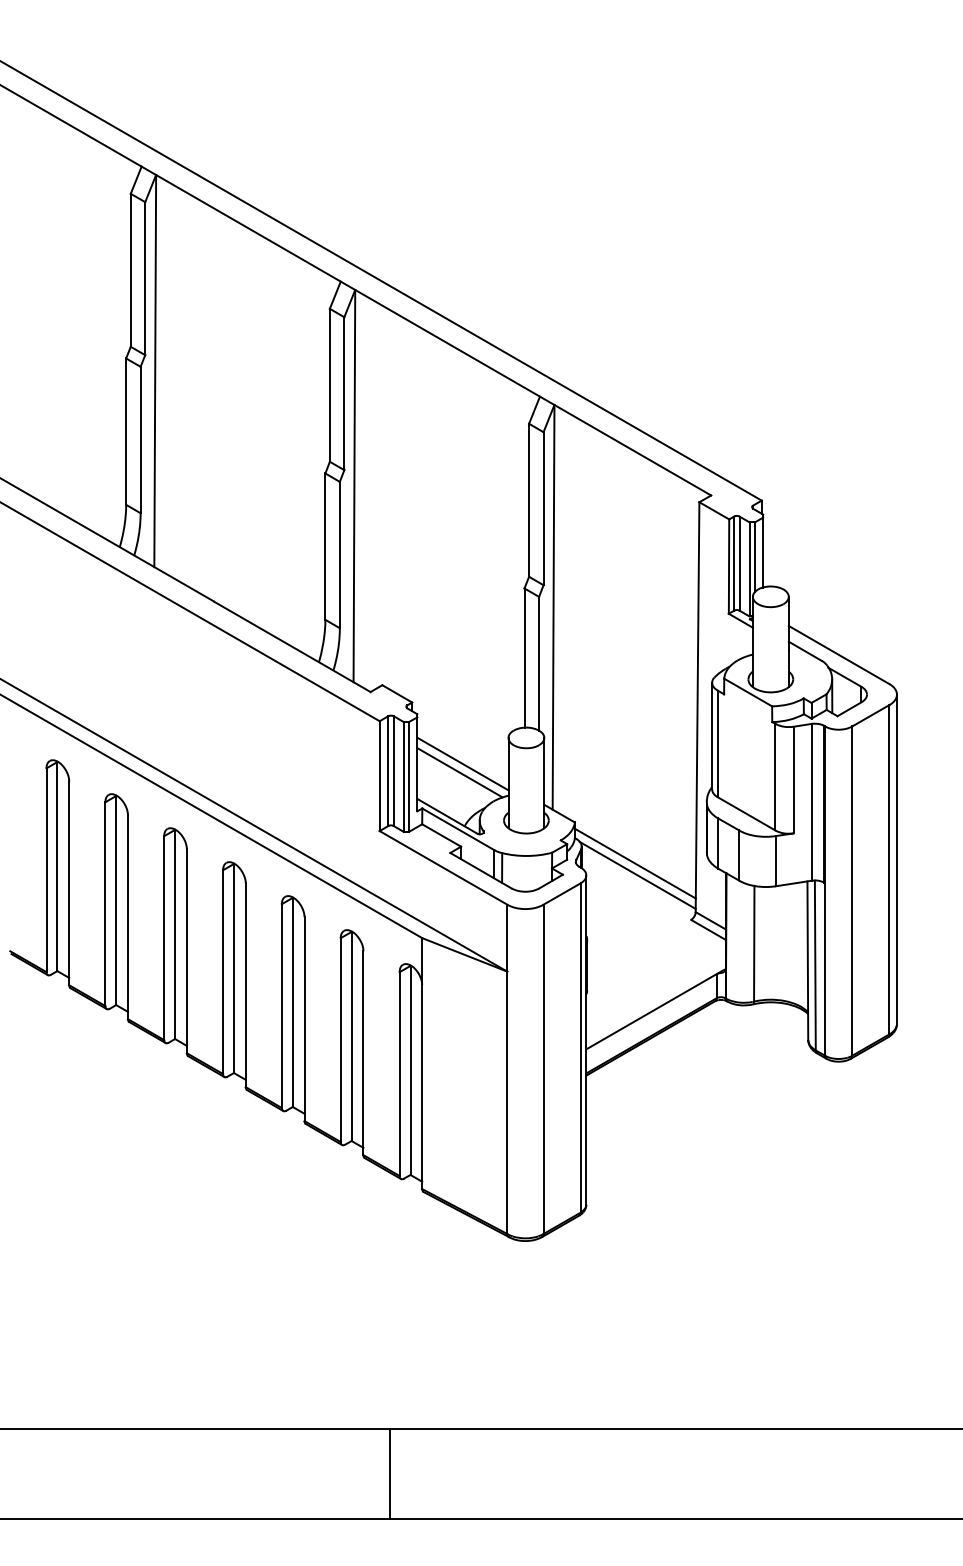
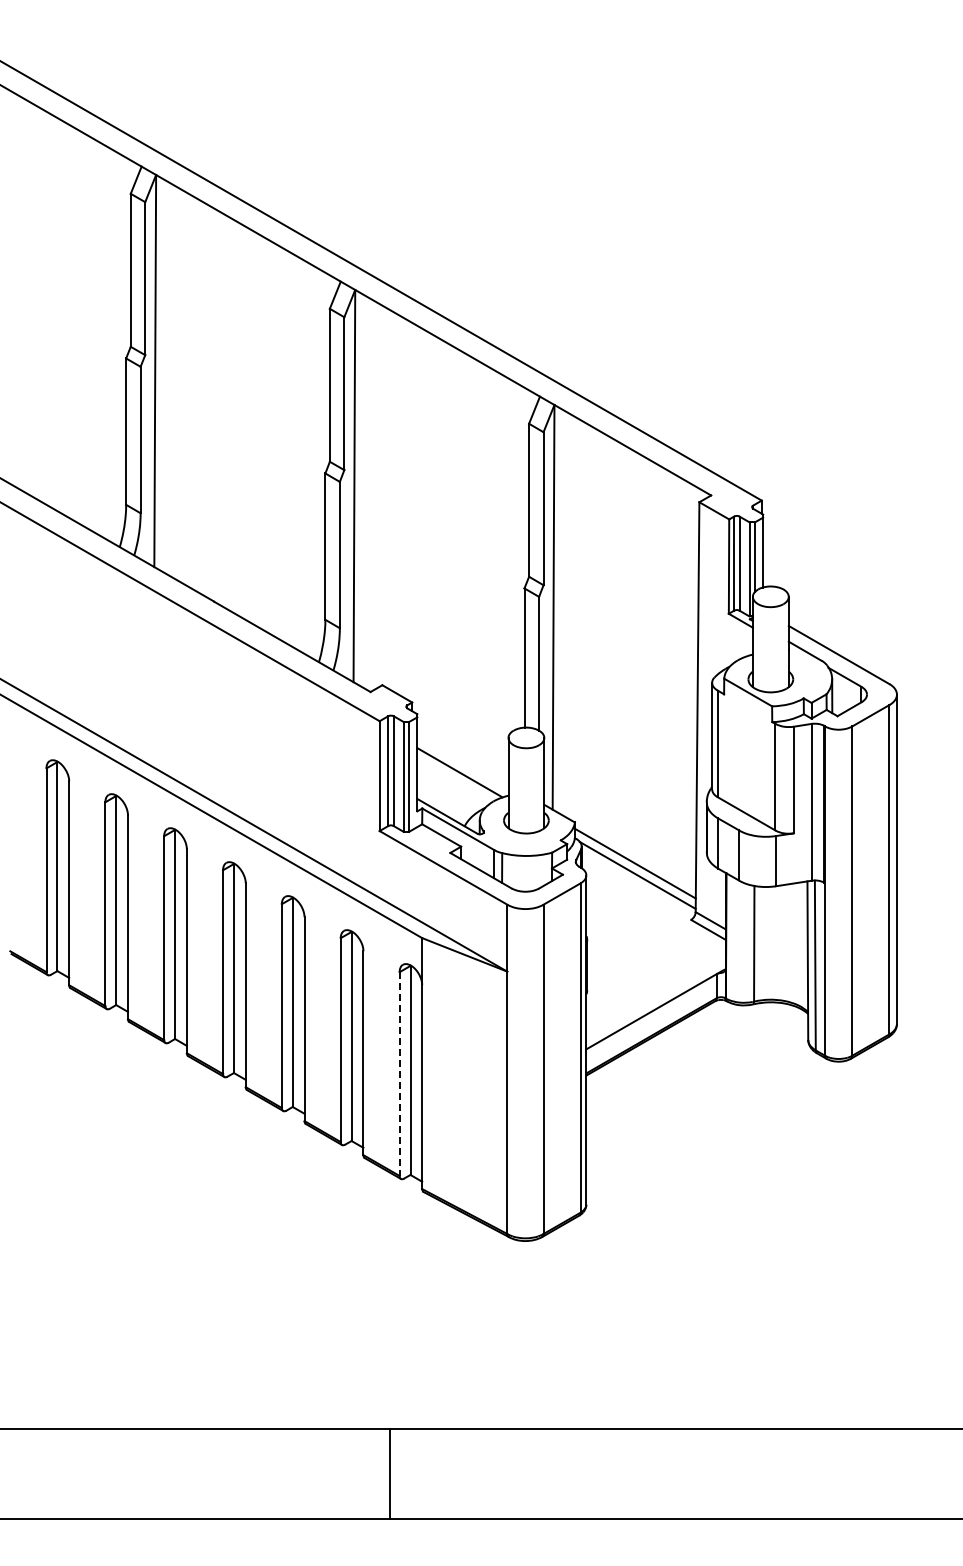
line at (462, 763): present -> none
line at (399, 1074): solid -> dashed
